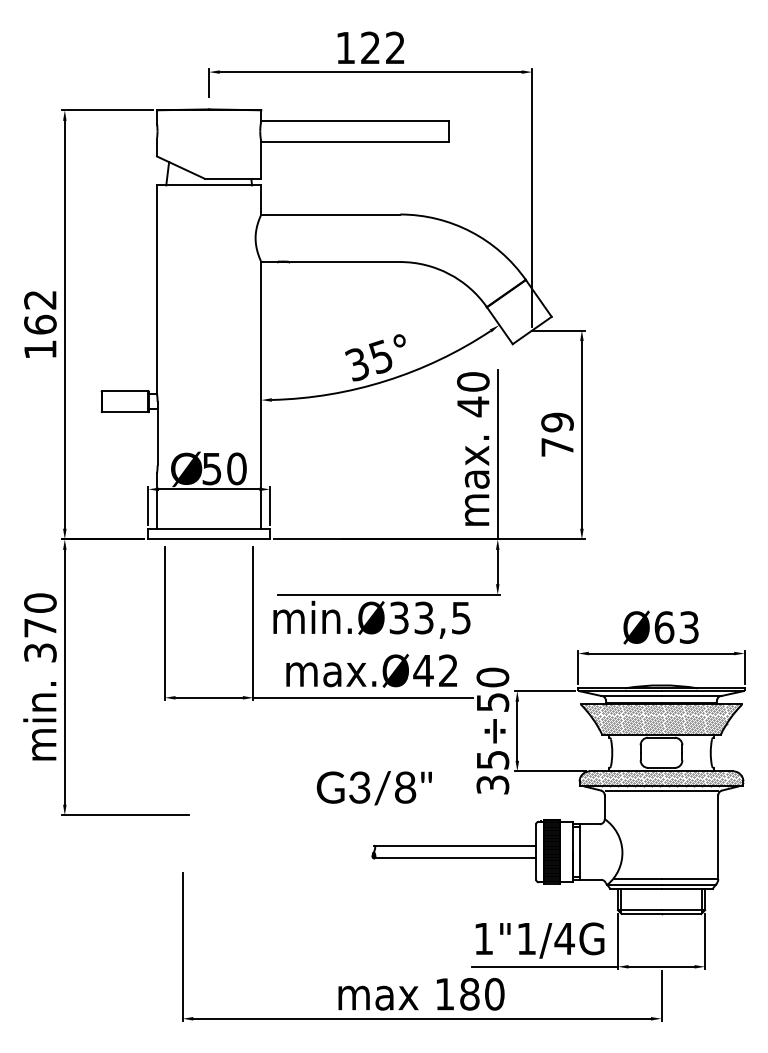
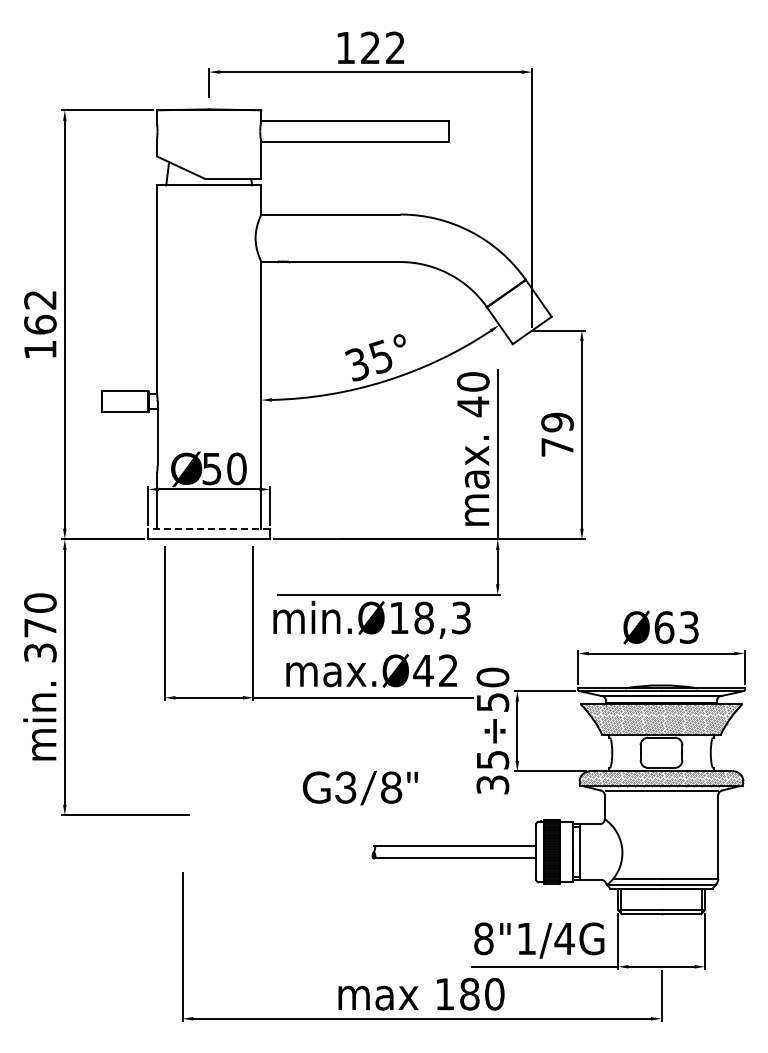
line at (209, 528): solid -> dashed
text at (429, 617): min.Ø33,5 -> min.Ø18,3
text at (373, 788) position: (373, 788) -> (359, 788)
text at (483, 938): 1"1/4G -> 8"1/4G
